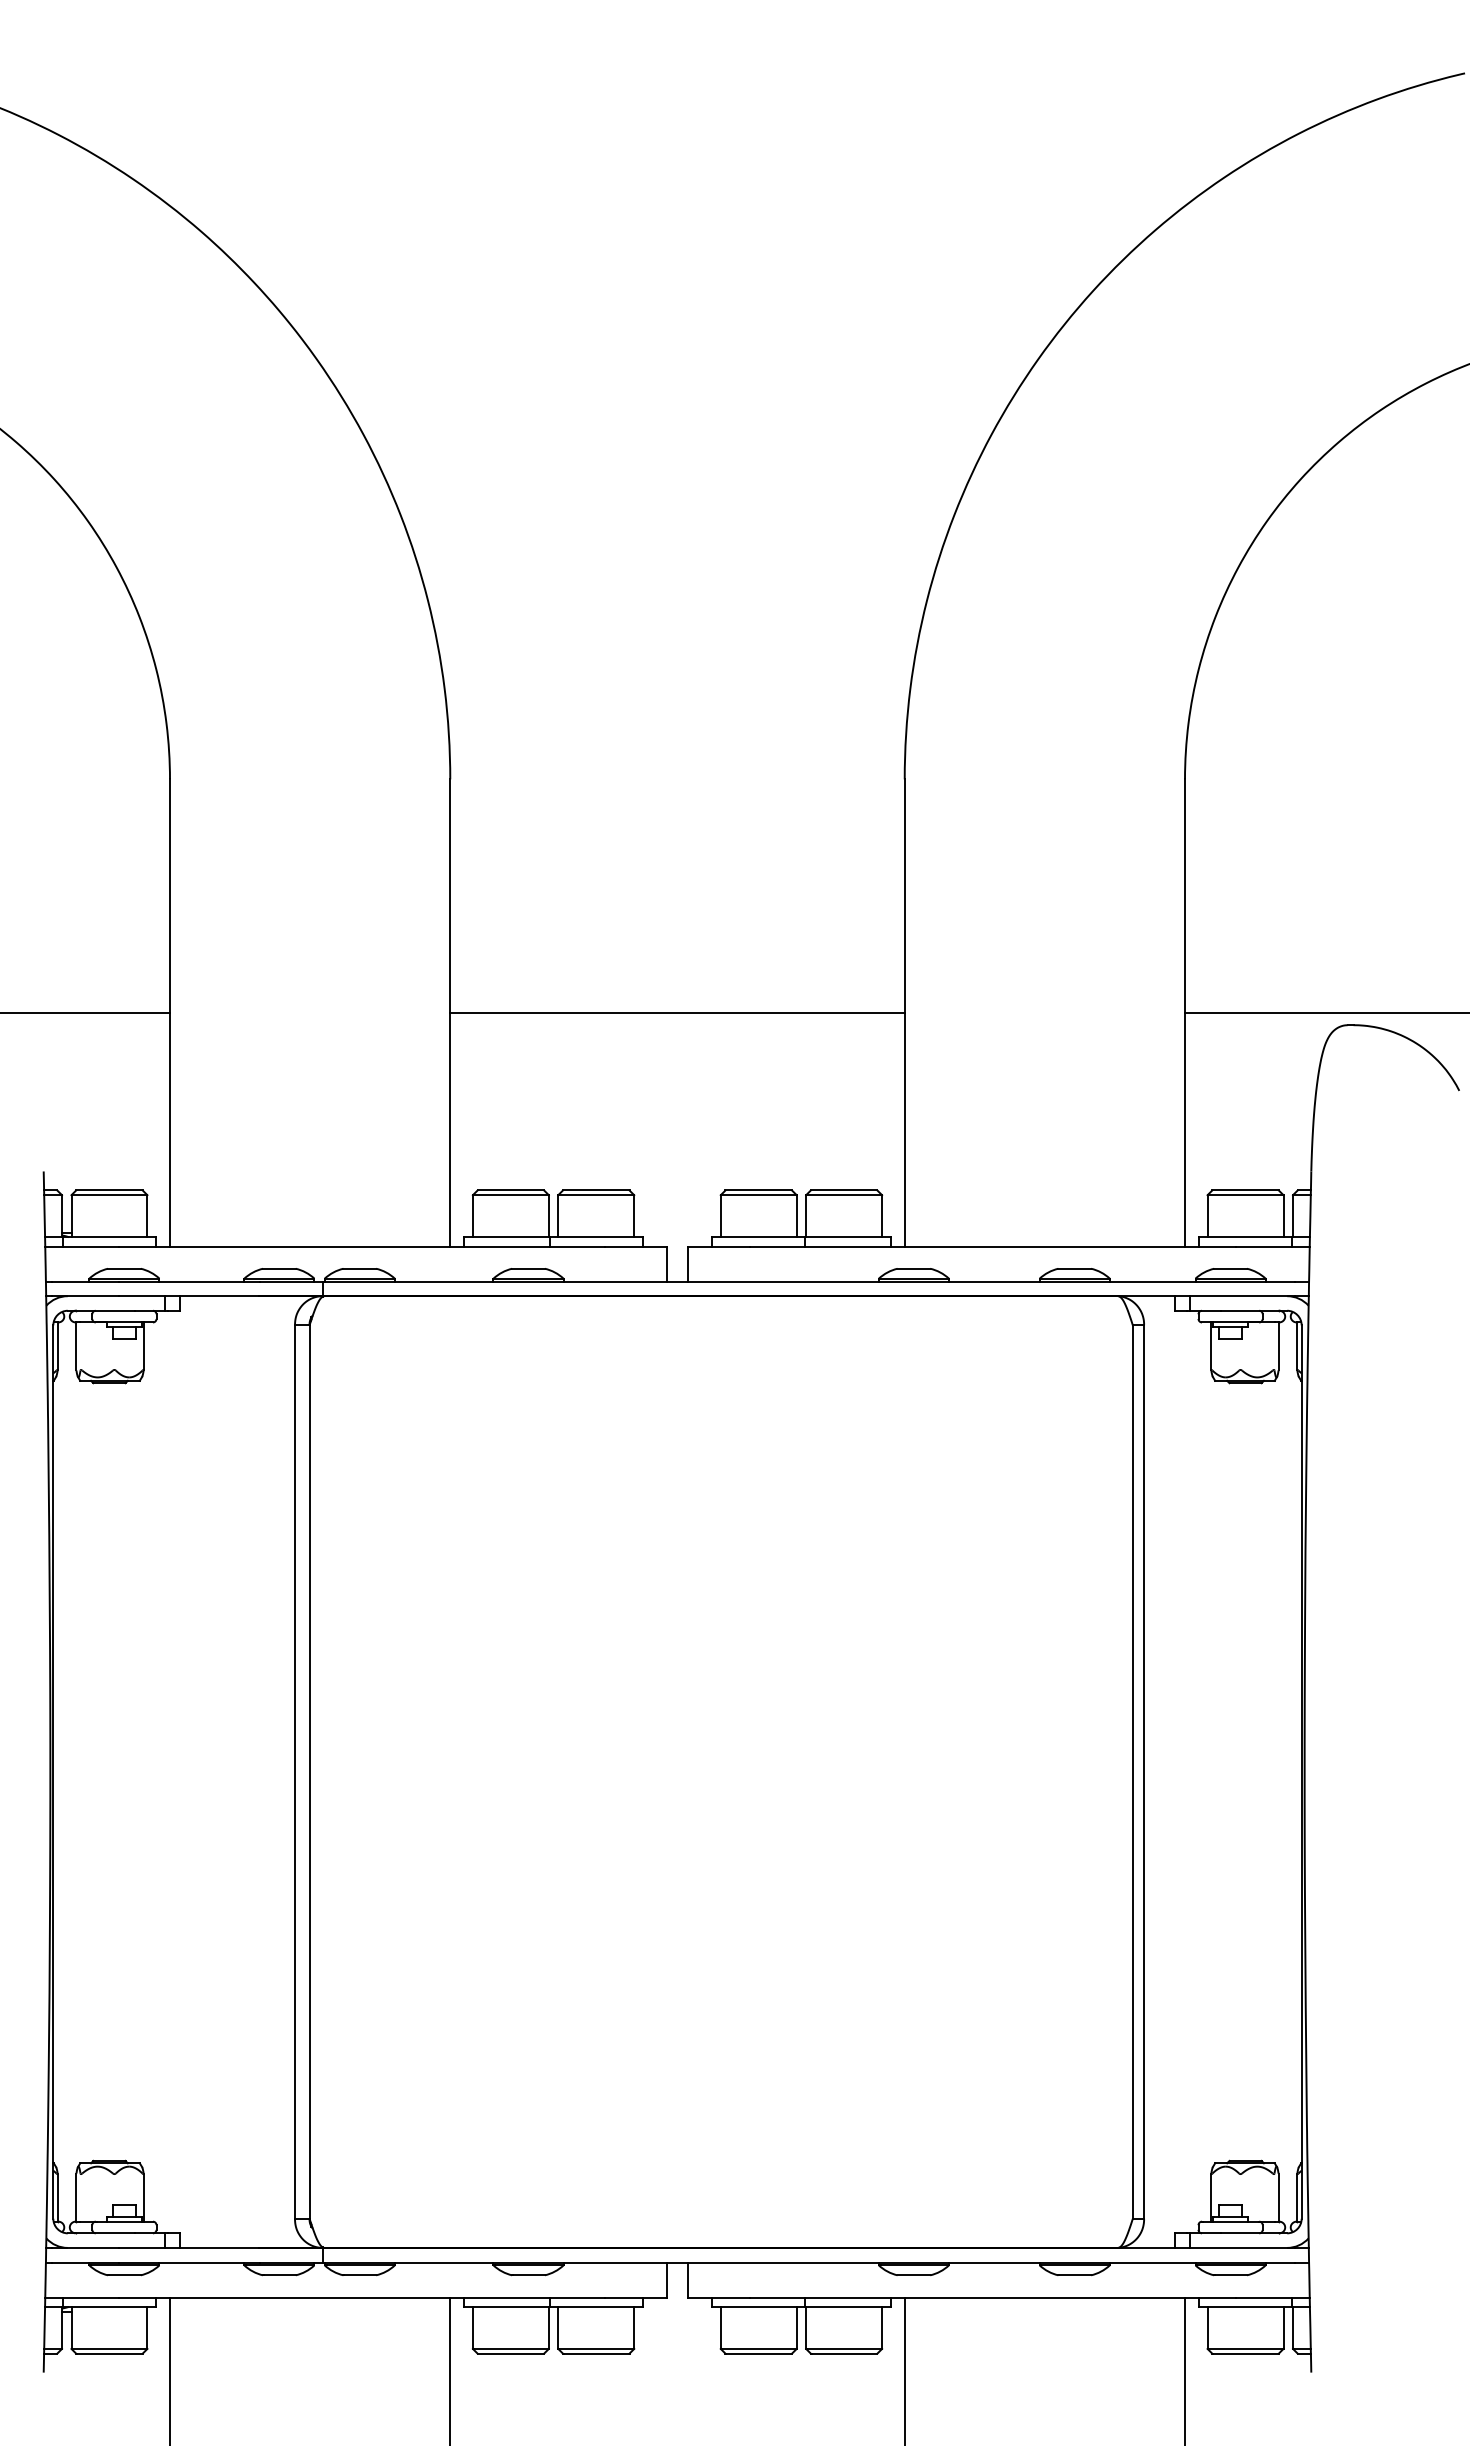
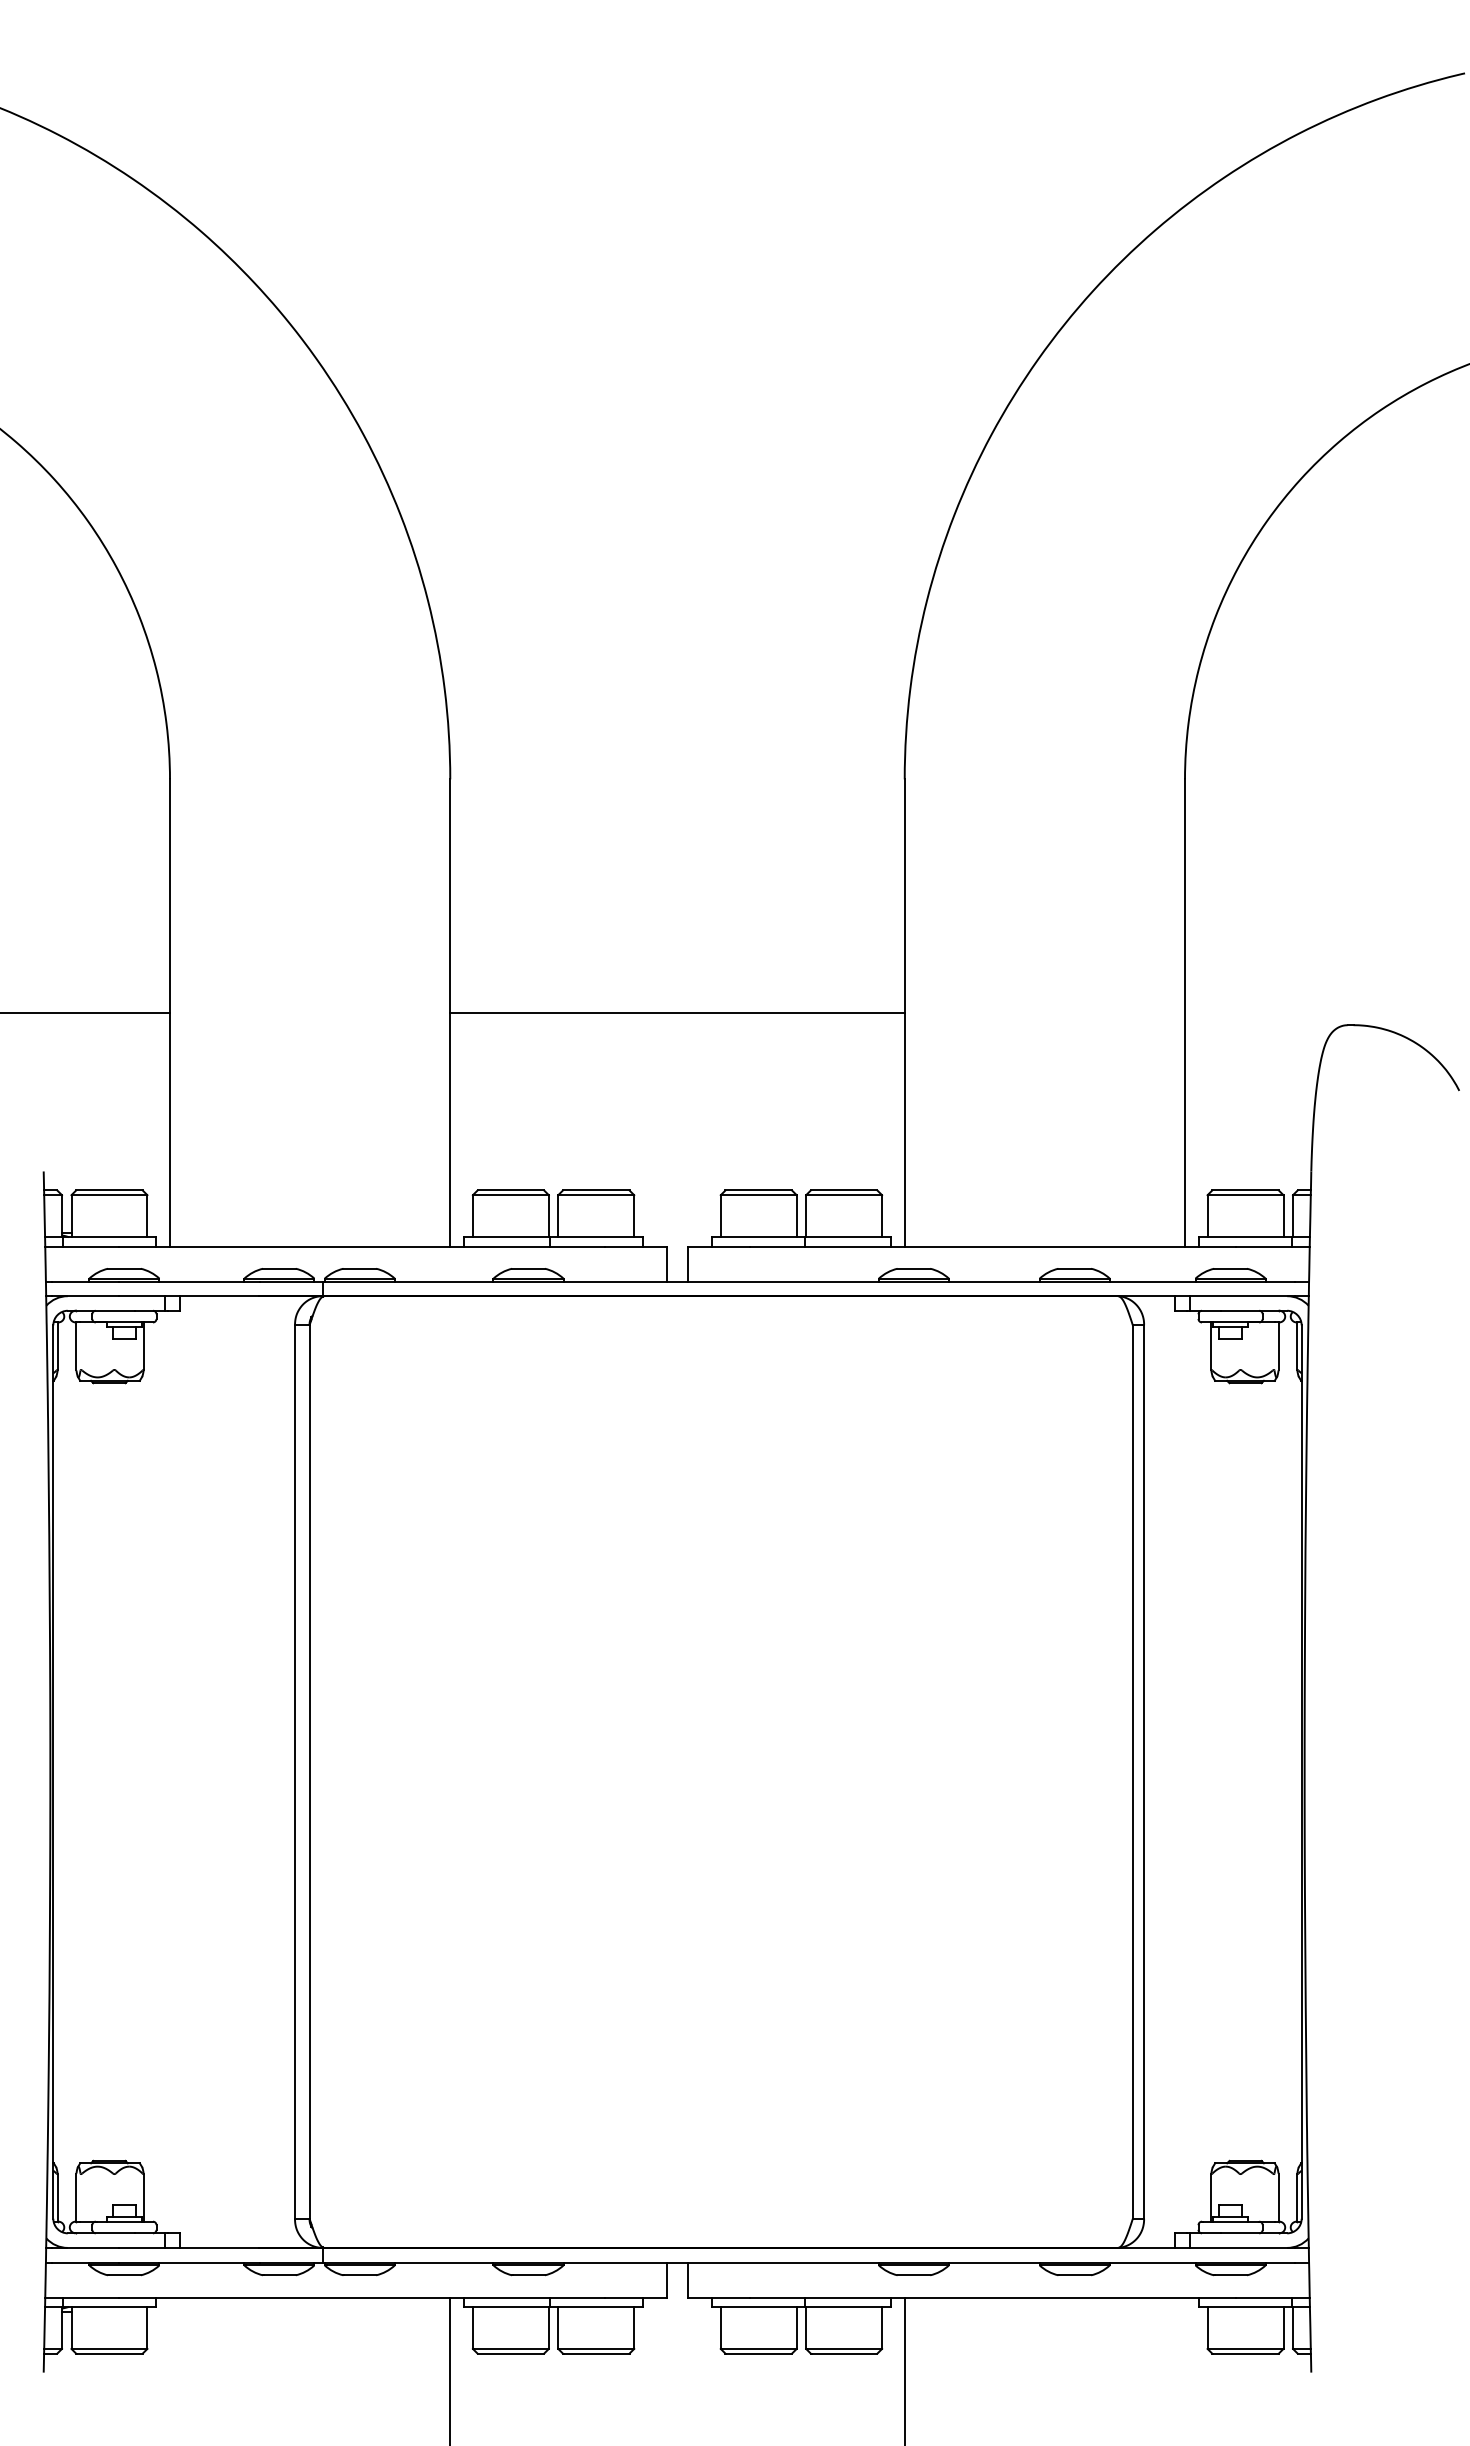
line at (1325, 1012): present -> none
line at (170, 2369): present -> none
line at (1185, 2369): present -> none
